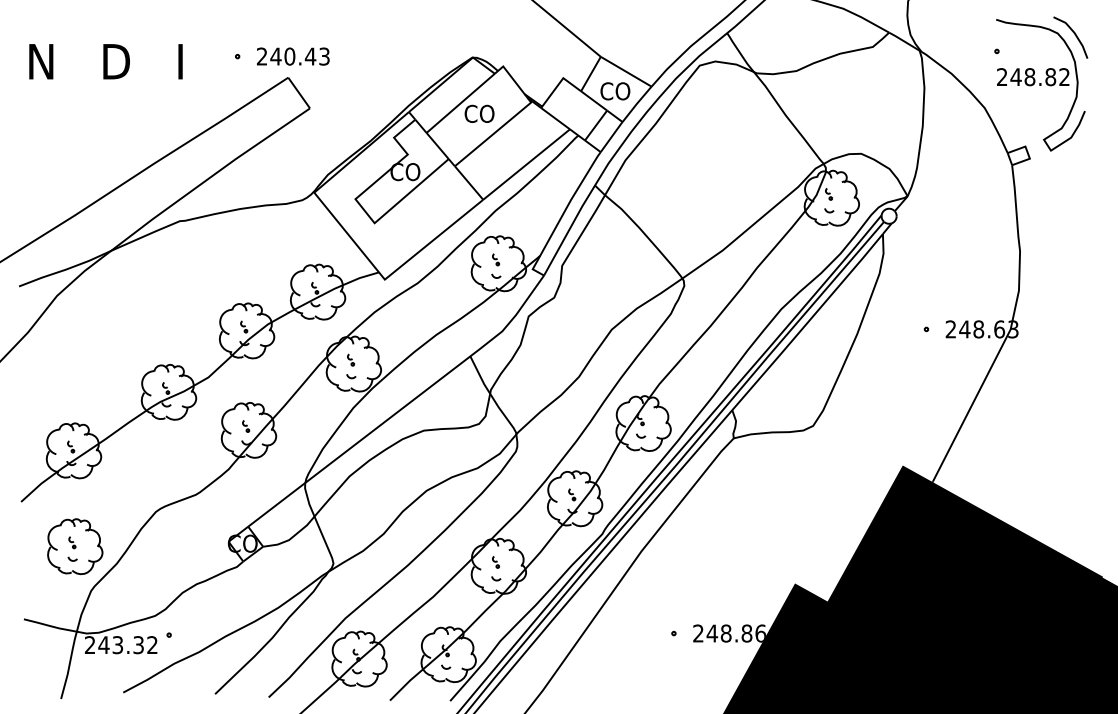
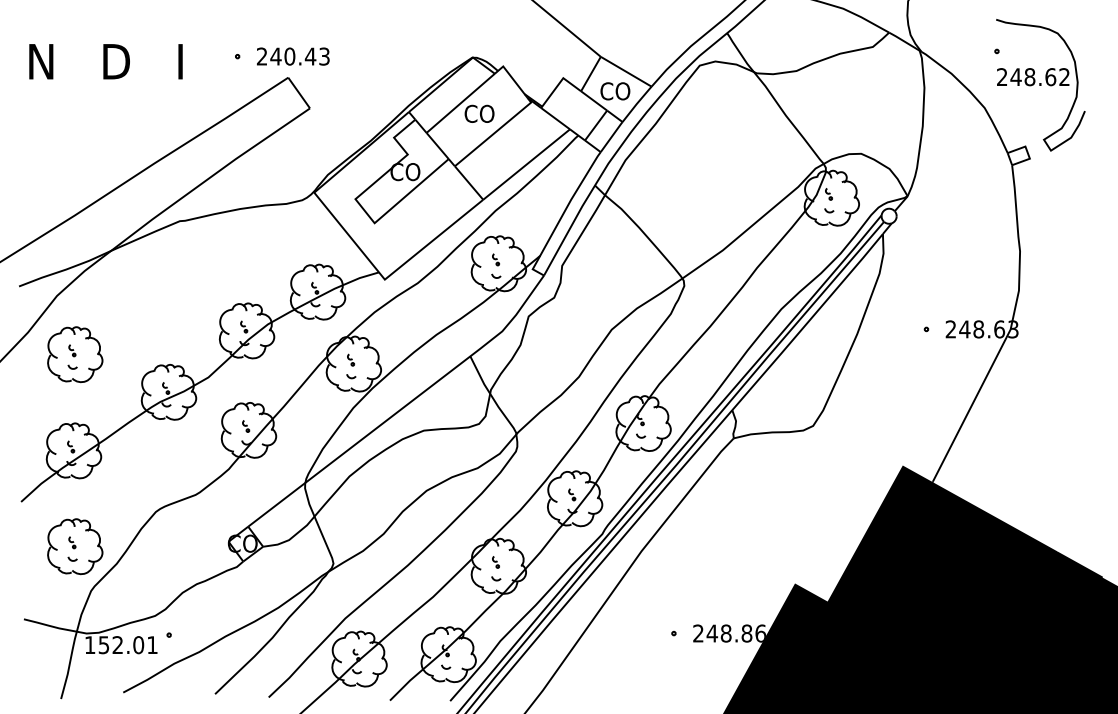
line at (1073, 33): present -> none
text at (1050, 77): 248.82 -> 248.62
part at (75, 354): none -> present
text at (121, 645): 243.32 -> 152.01
